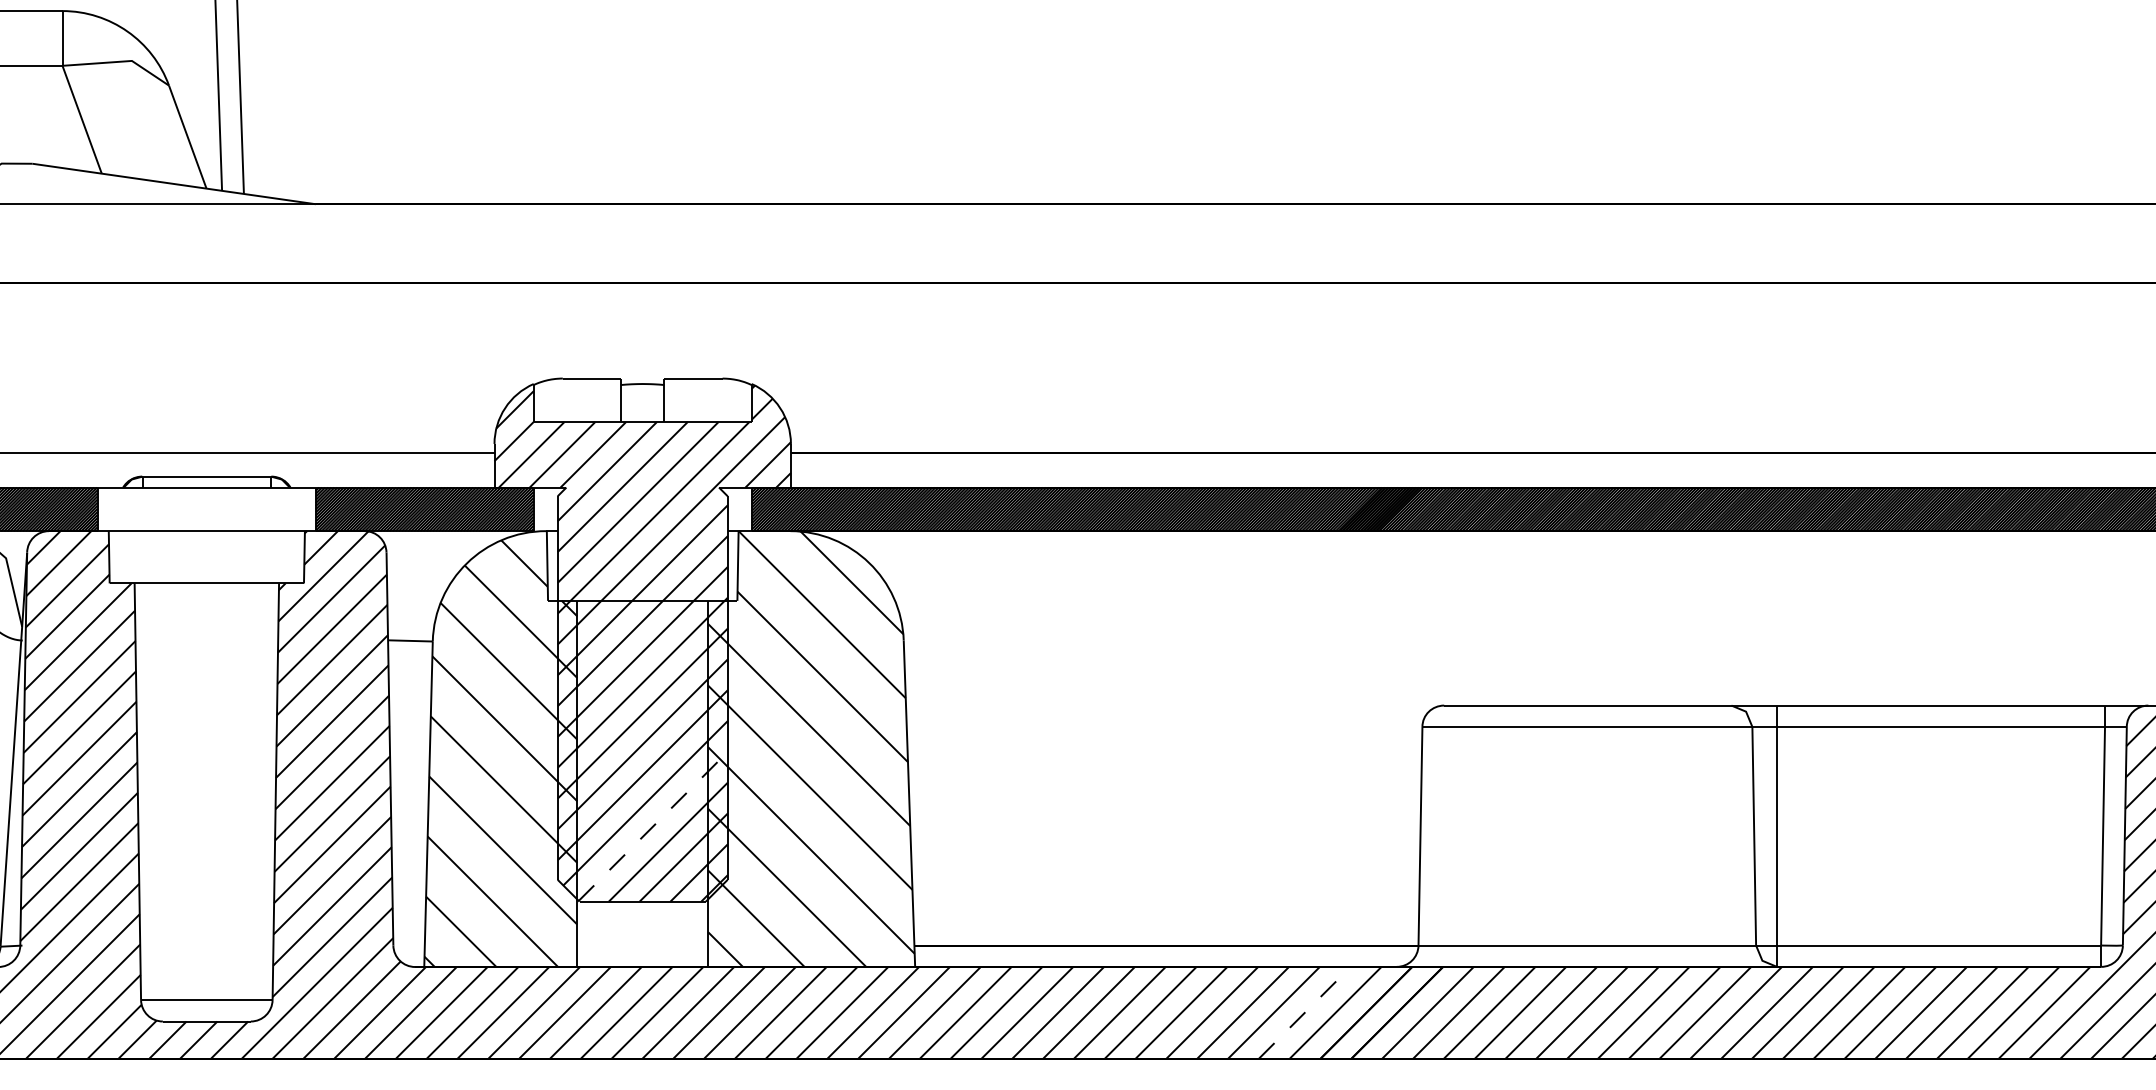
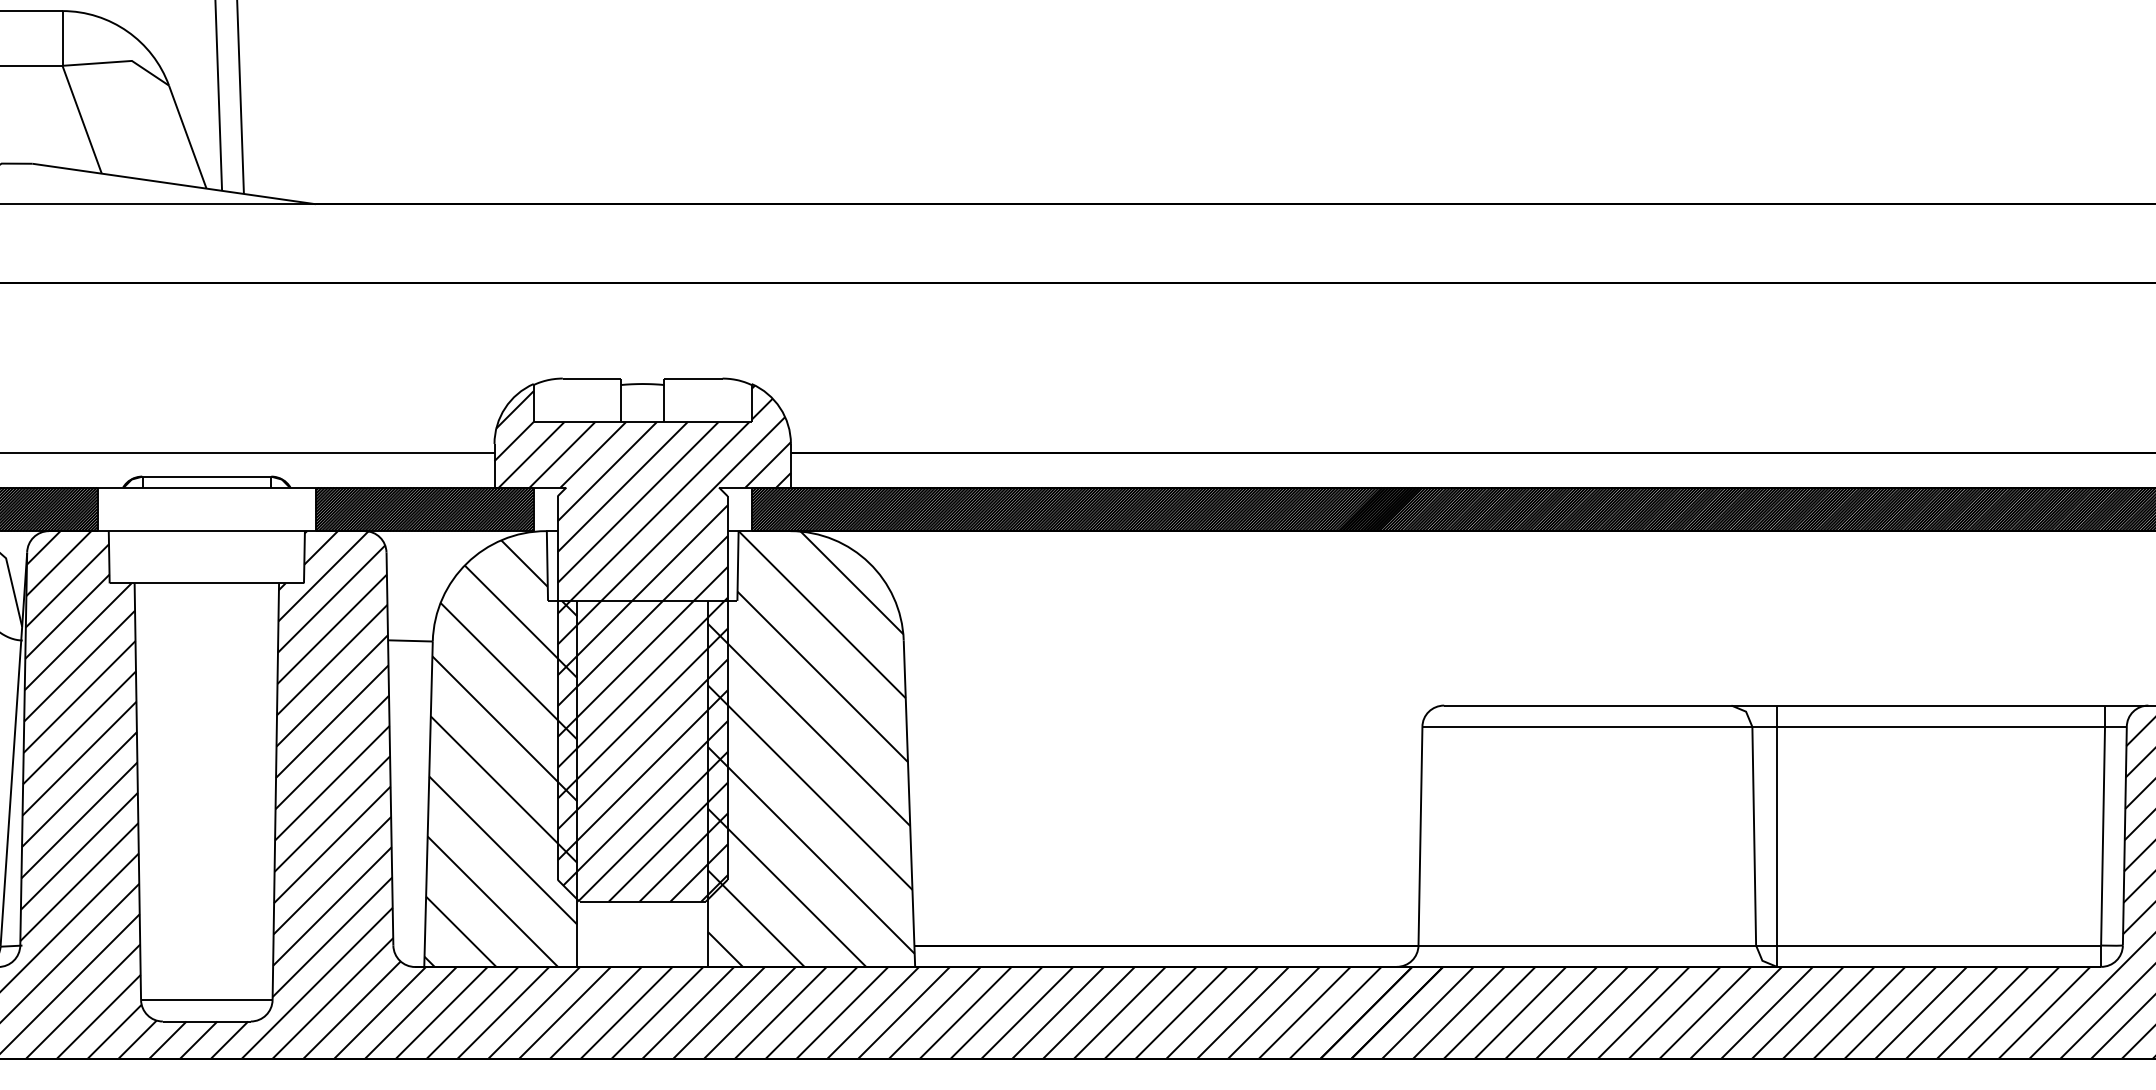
line at (653, 826): dashed -> solid
line at (1304, 1012): dashed -> solid
